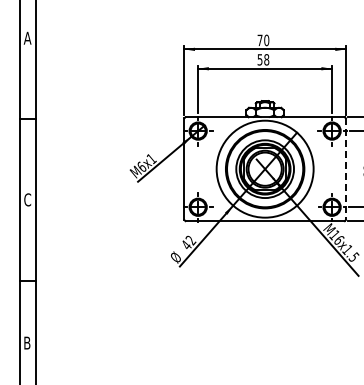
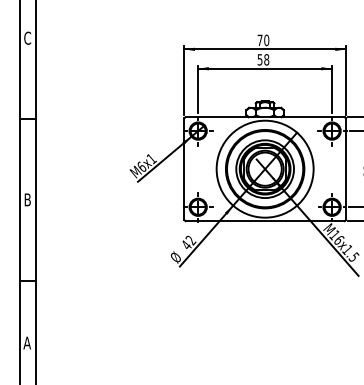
text at (27, 37): A -> C
line at (345, 169): dashed -> solid
text at (27, 199): C -> B
text at (26, 342): B -> A
